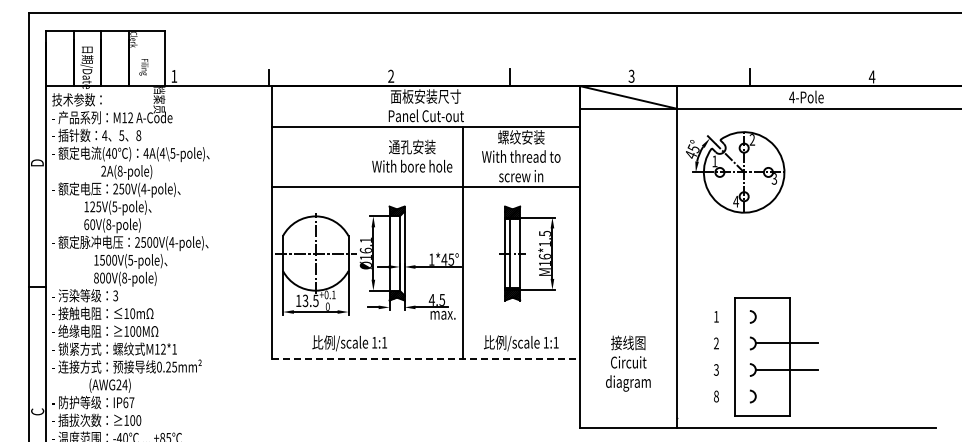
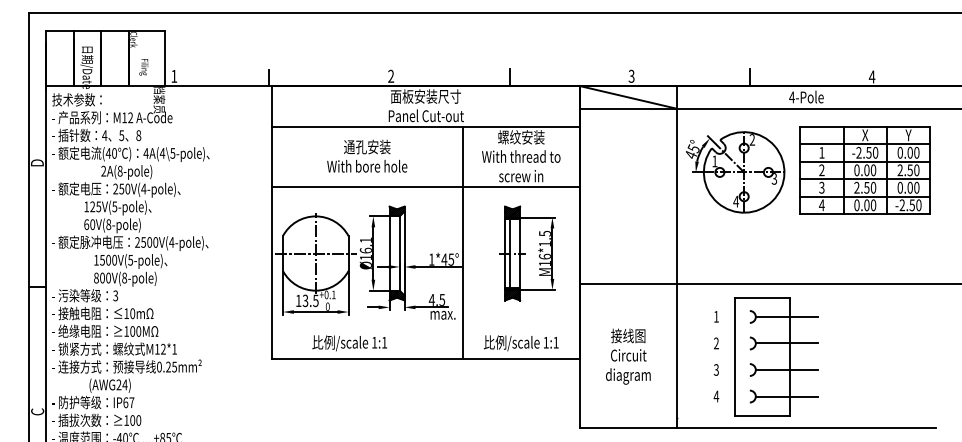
text at (412, 155) position: (412, 155) -> (367, 155)
part at (864, 170): none -> present
line at (768, 283): none -> present
line at (786, 316): none -> present
line at (426, 358): dashed -> solid
text at (628, 363) position: (628, 363) -> (628, 356)
text at (716, 396): 8 -> 4
line at (786, 396): none -> present
